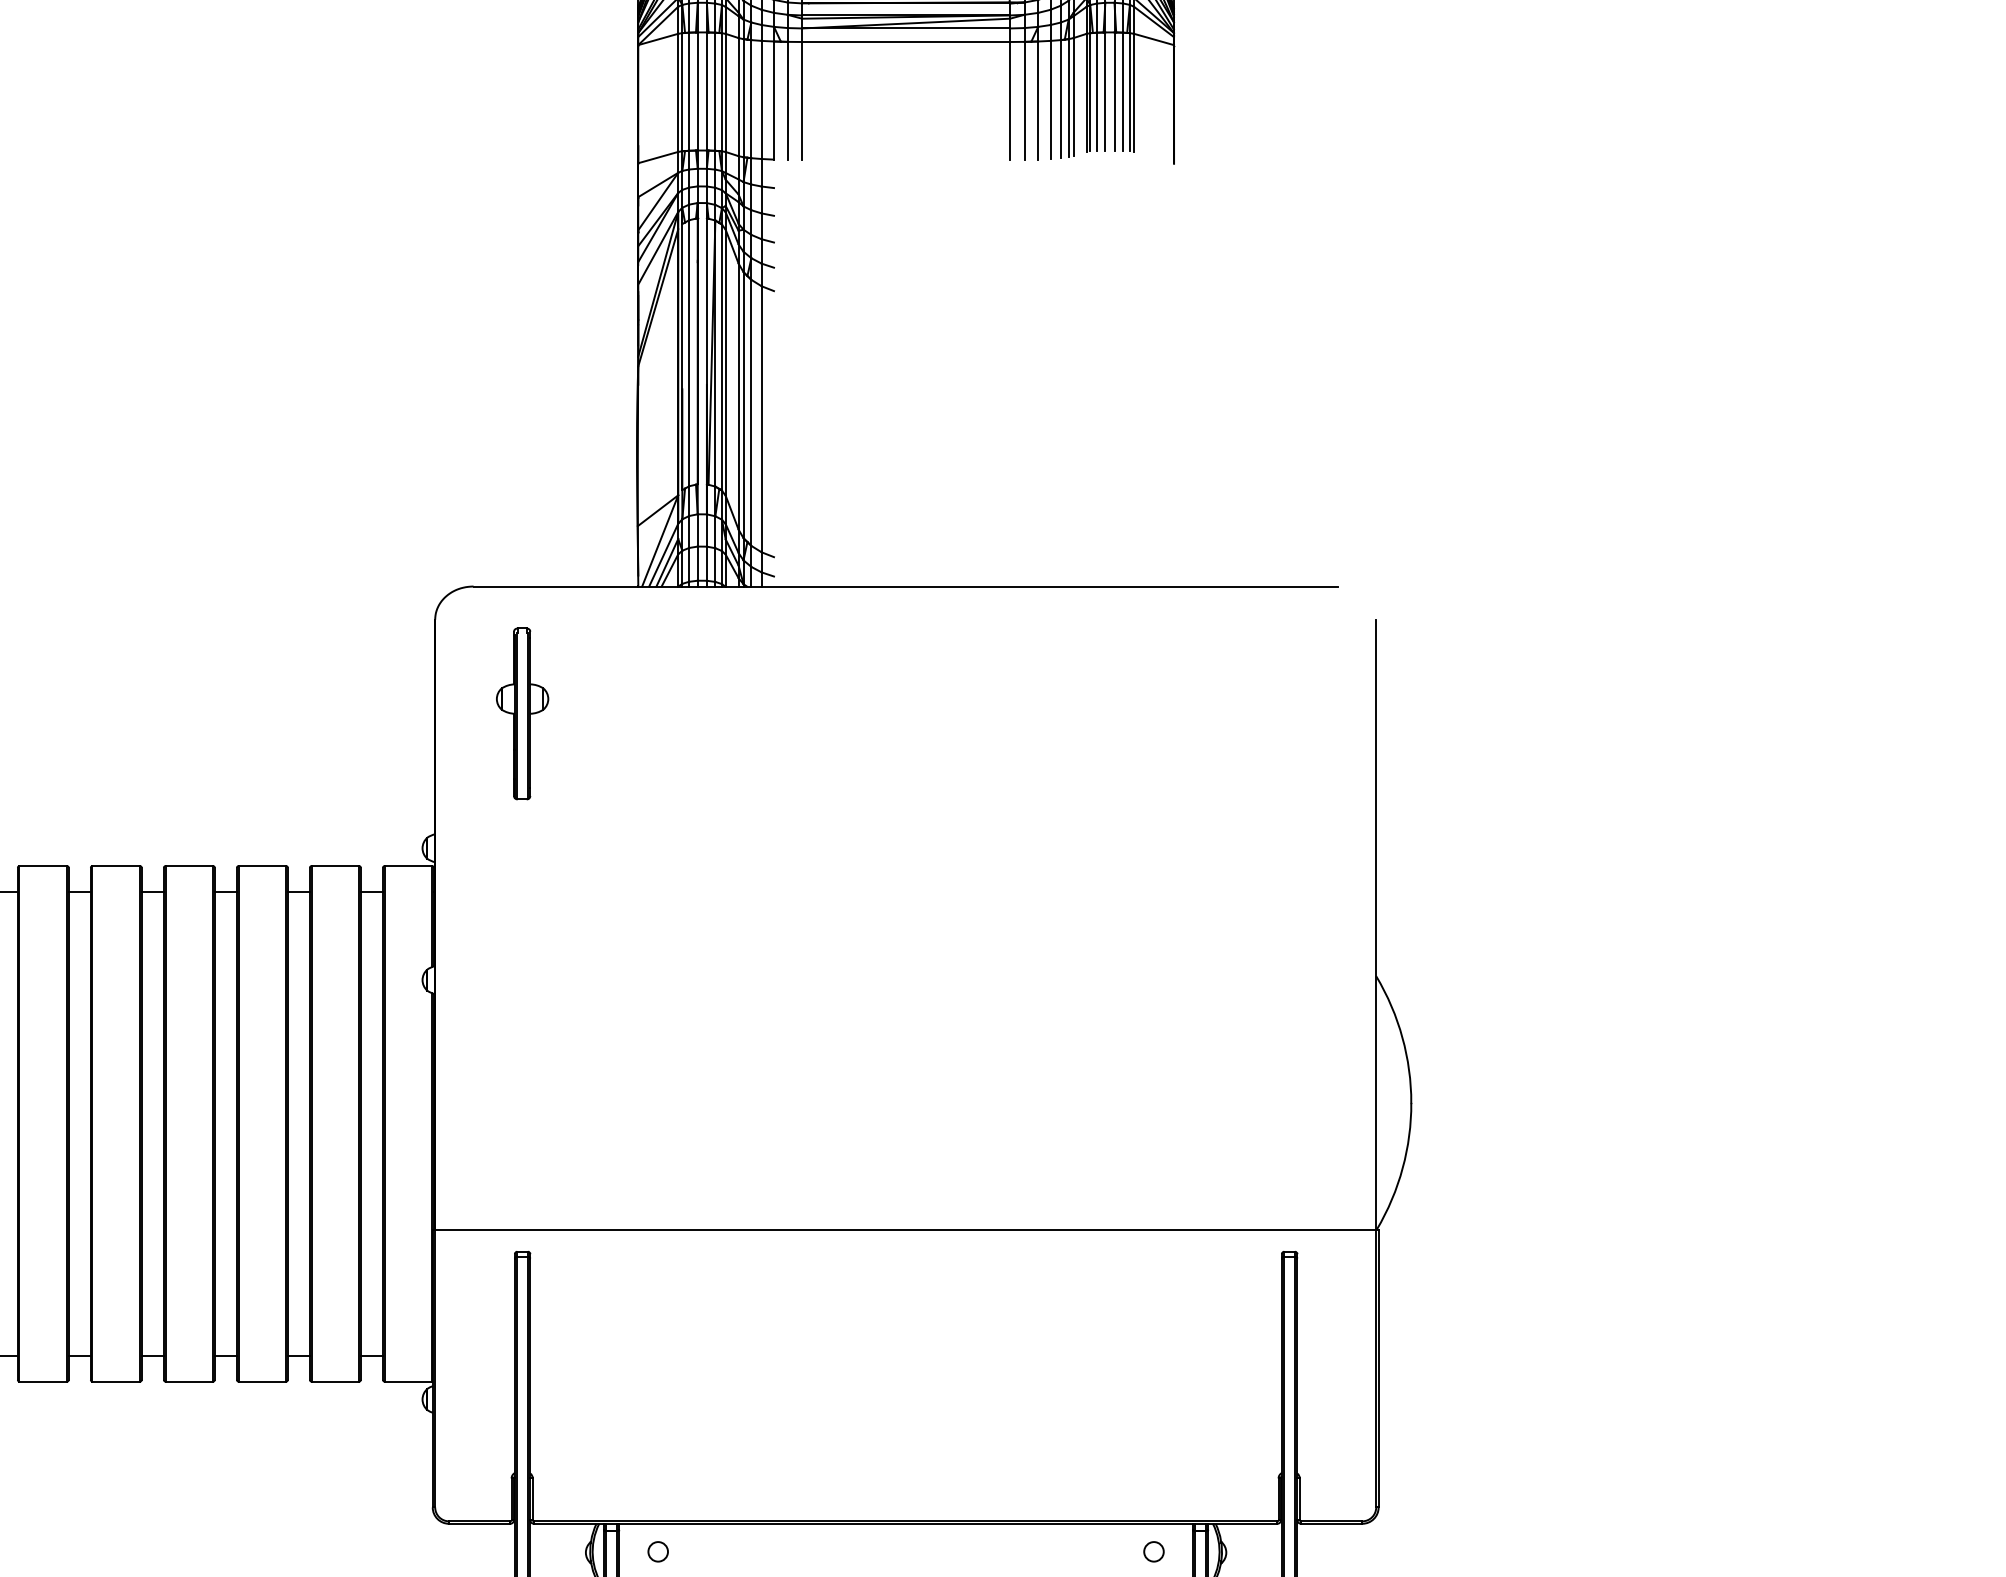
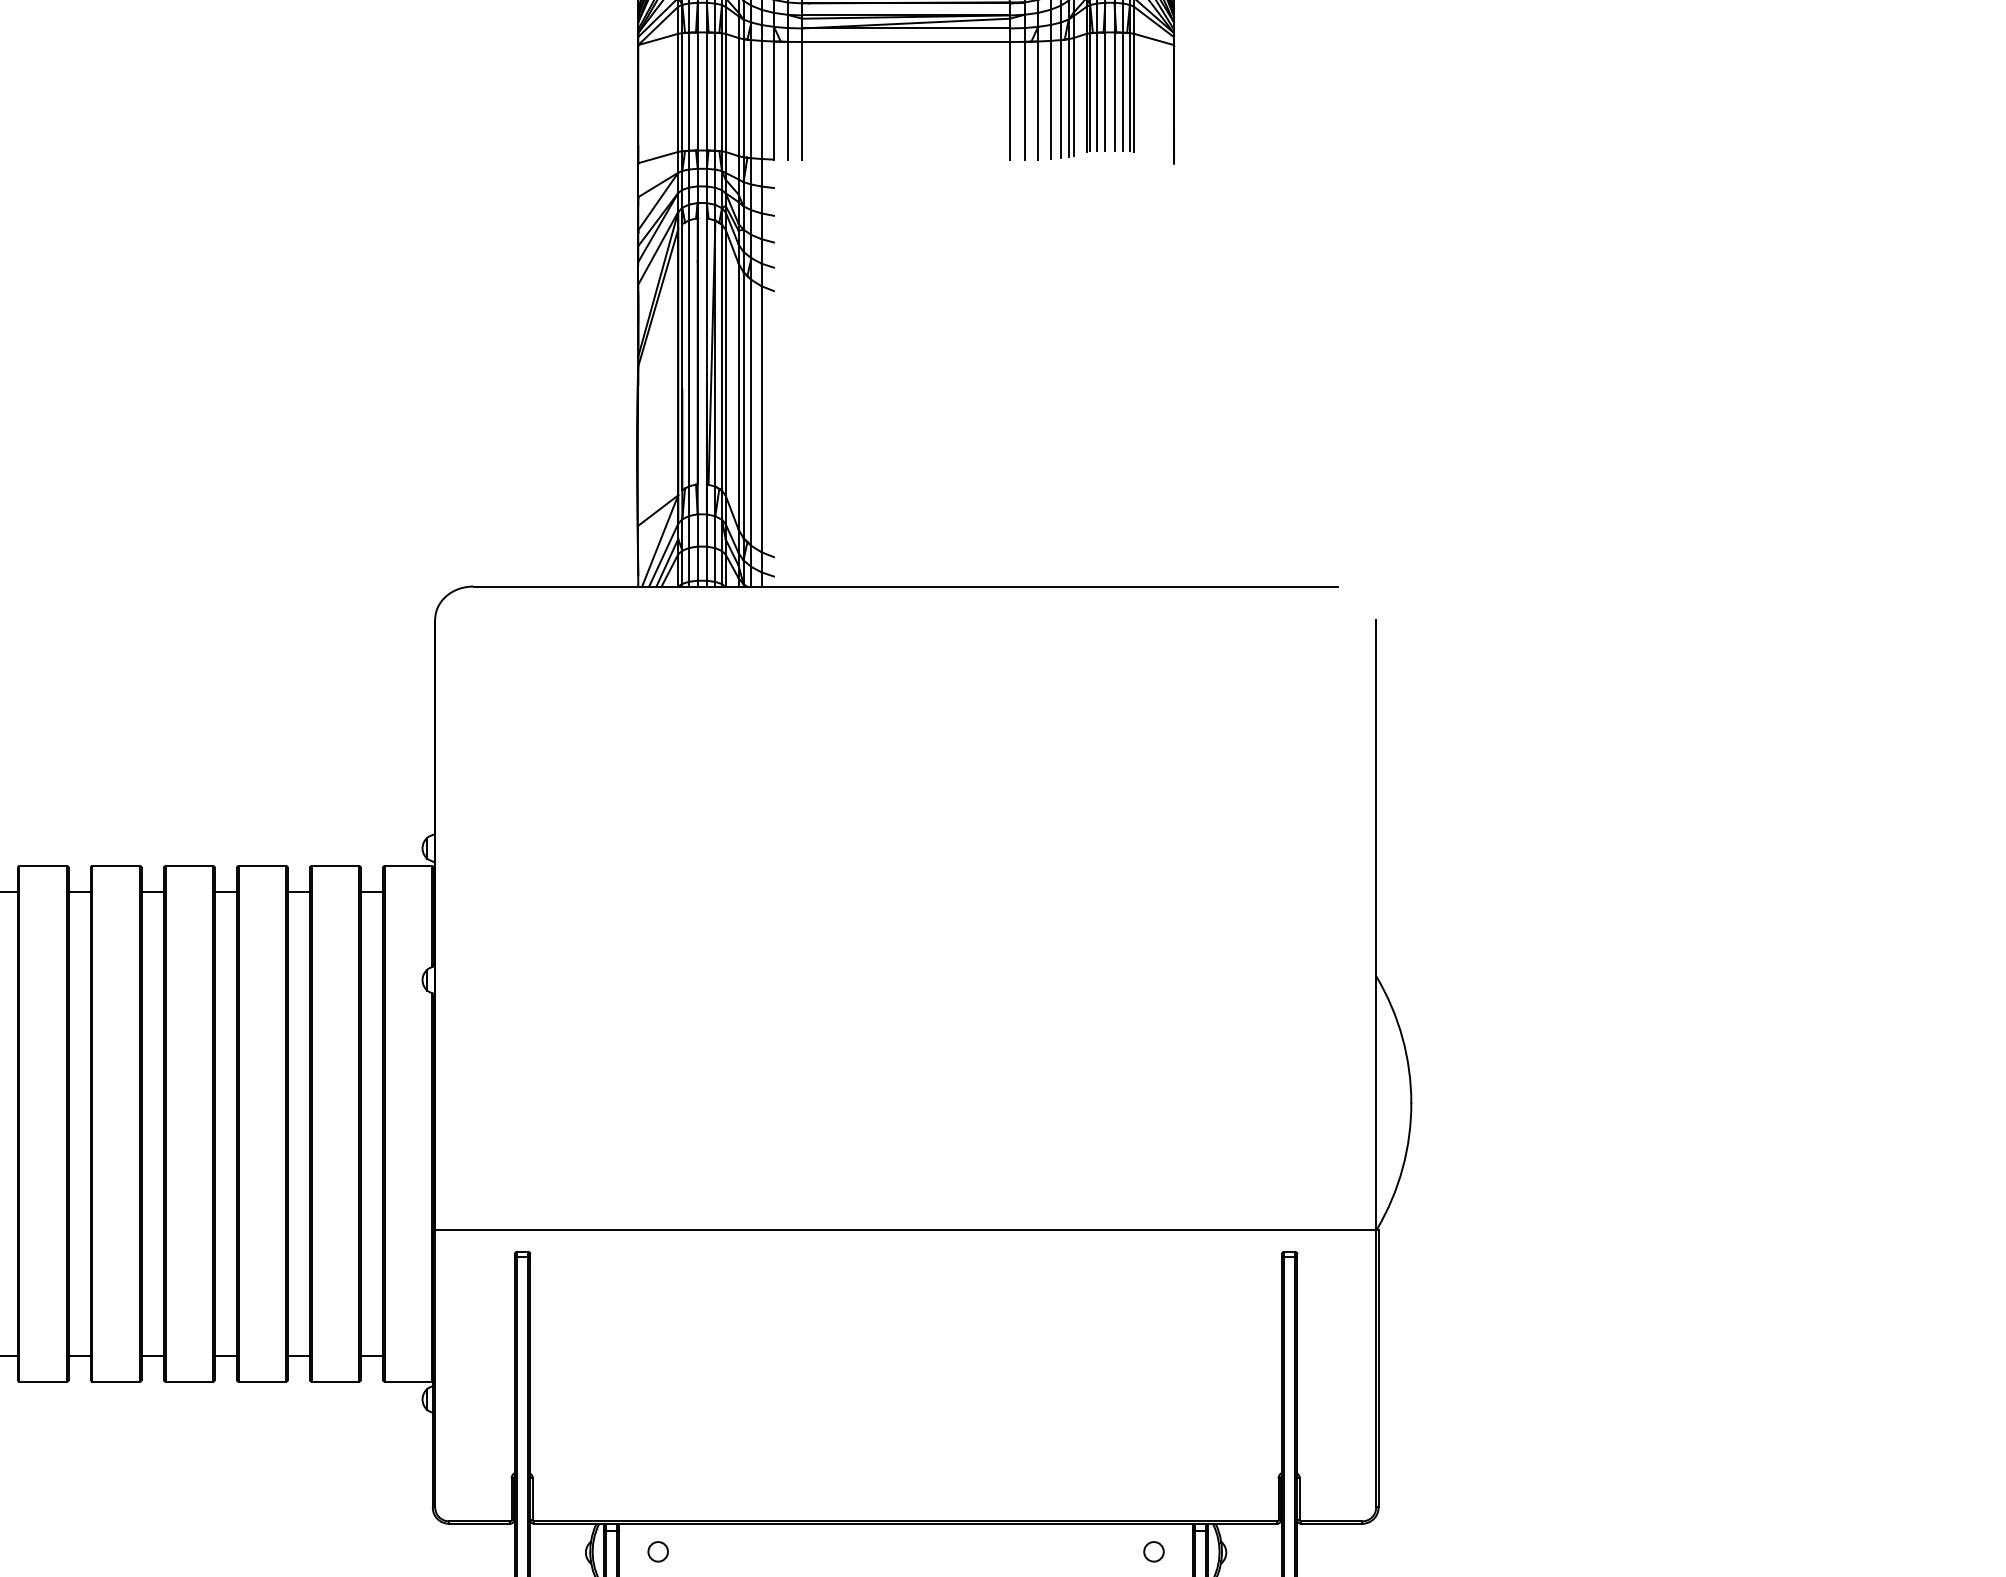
part at (522, 713): present -> none
